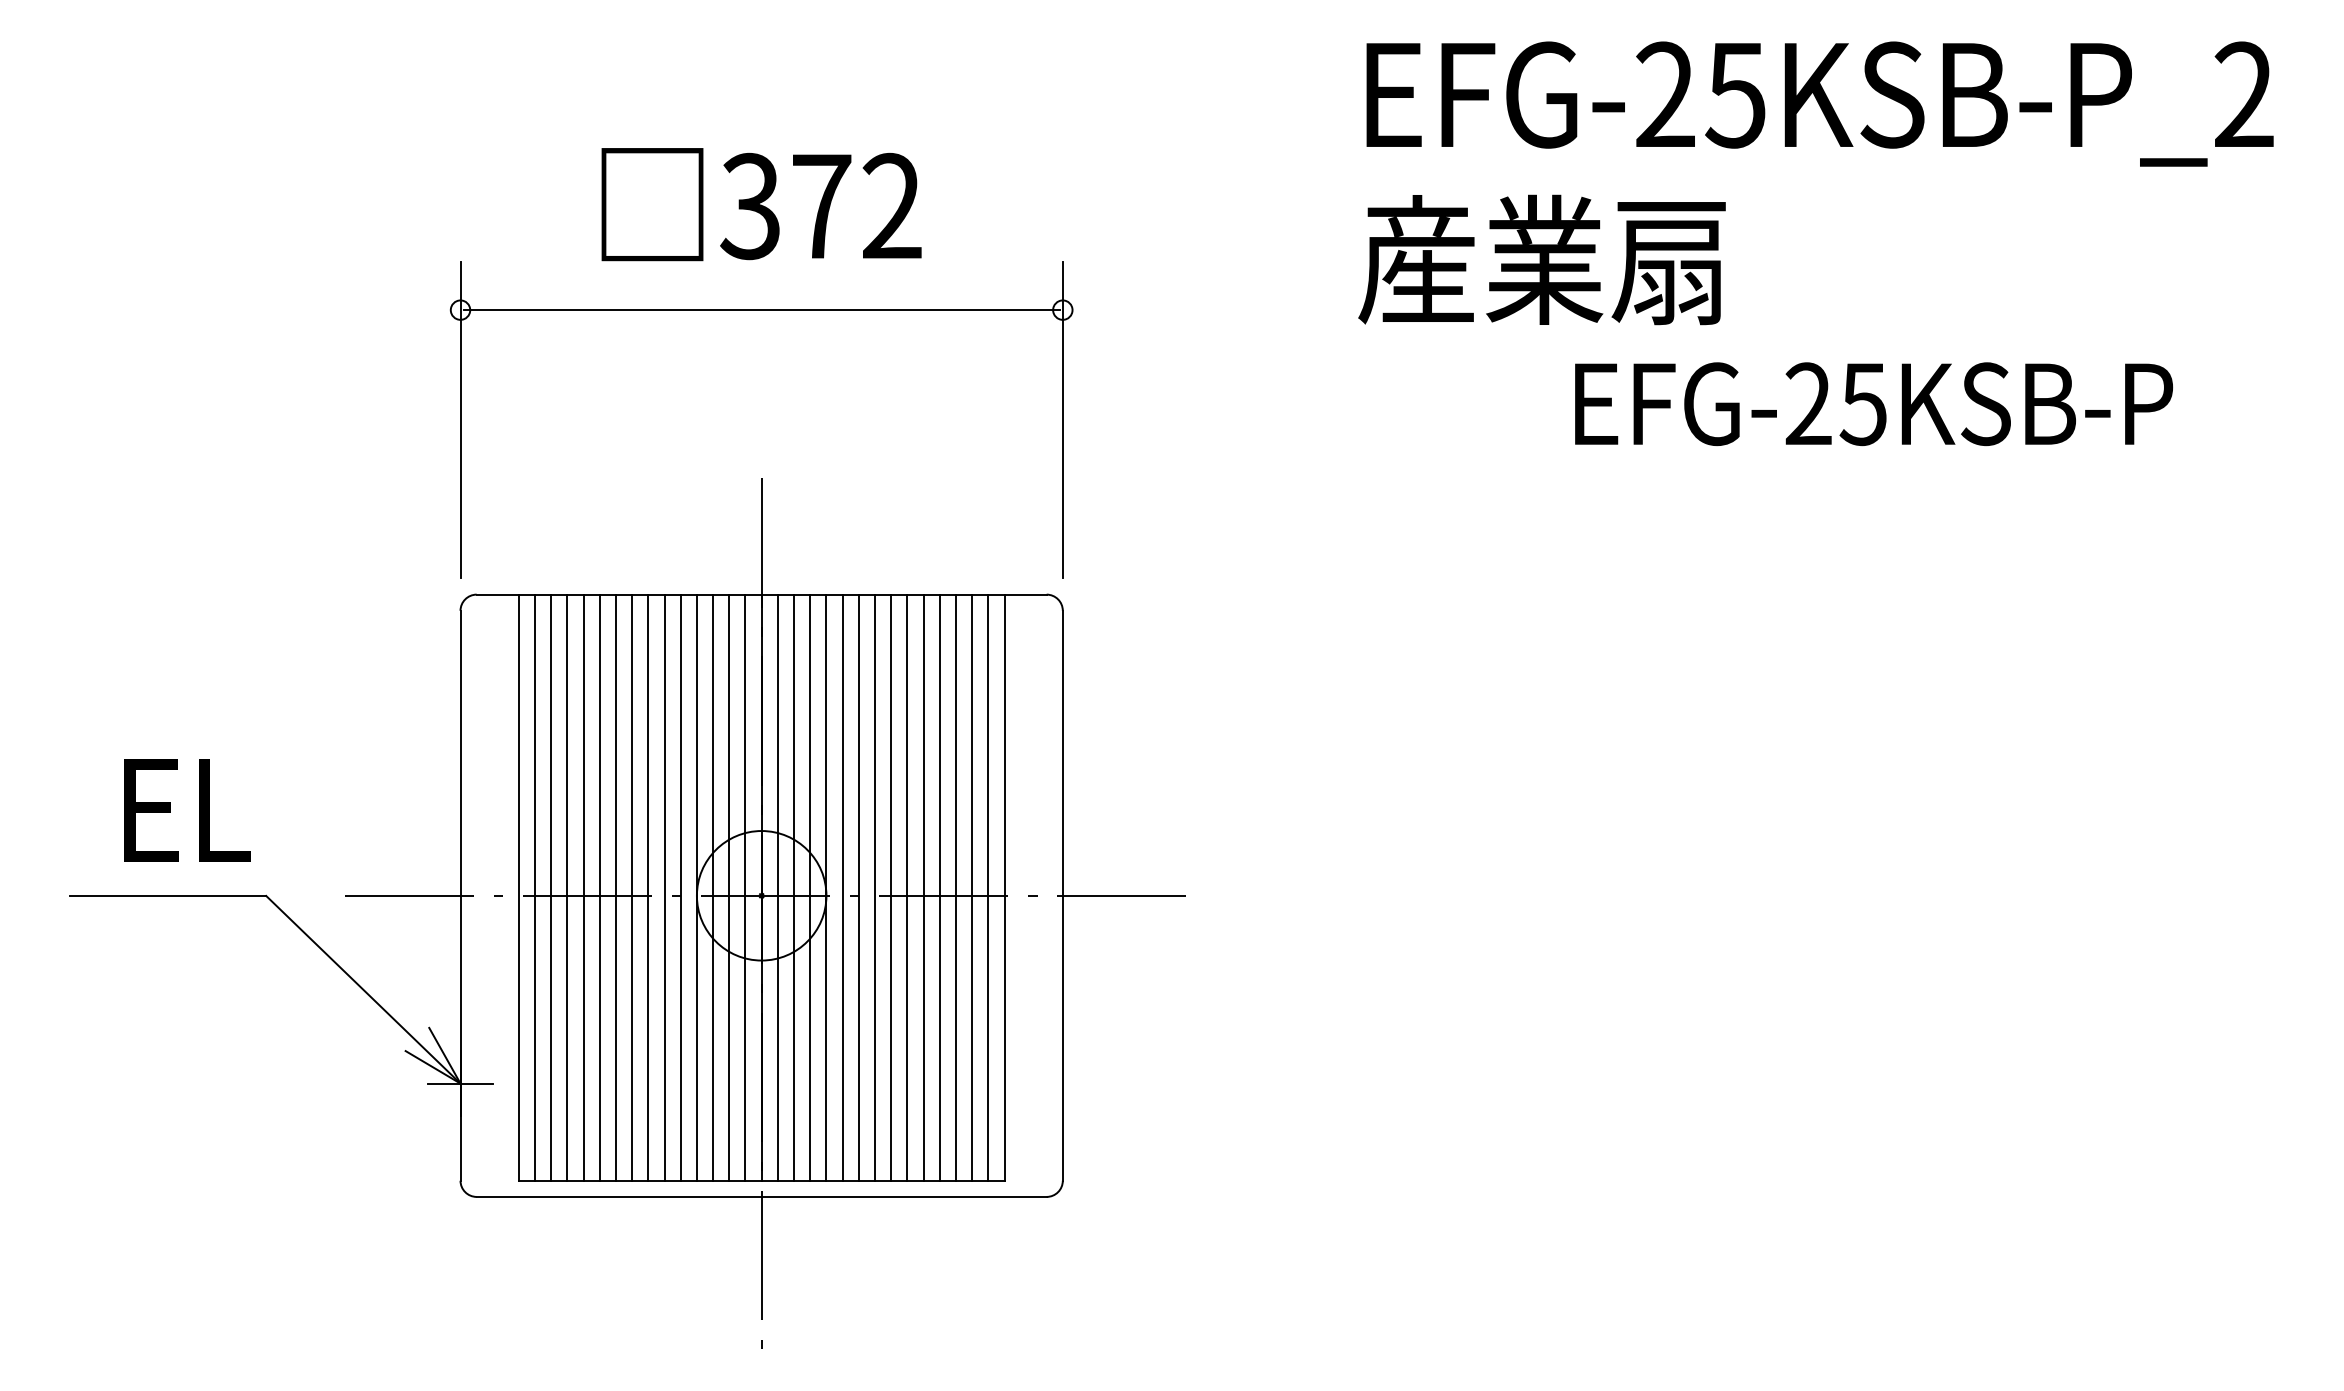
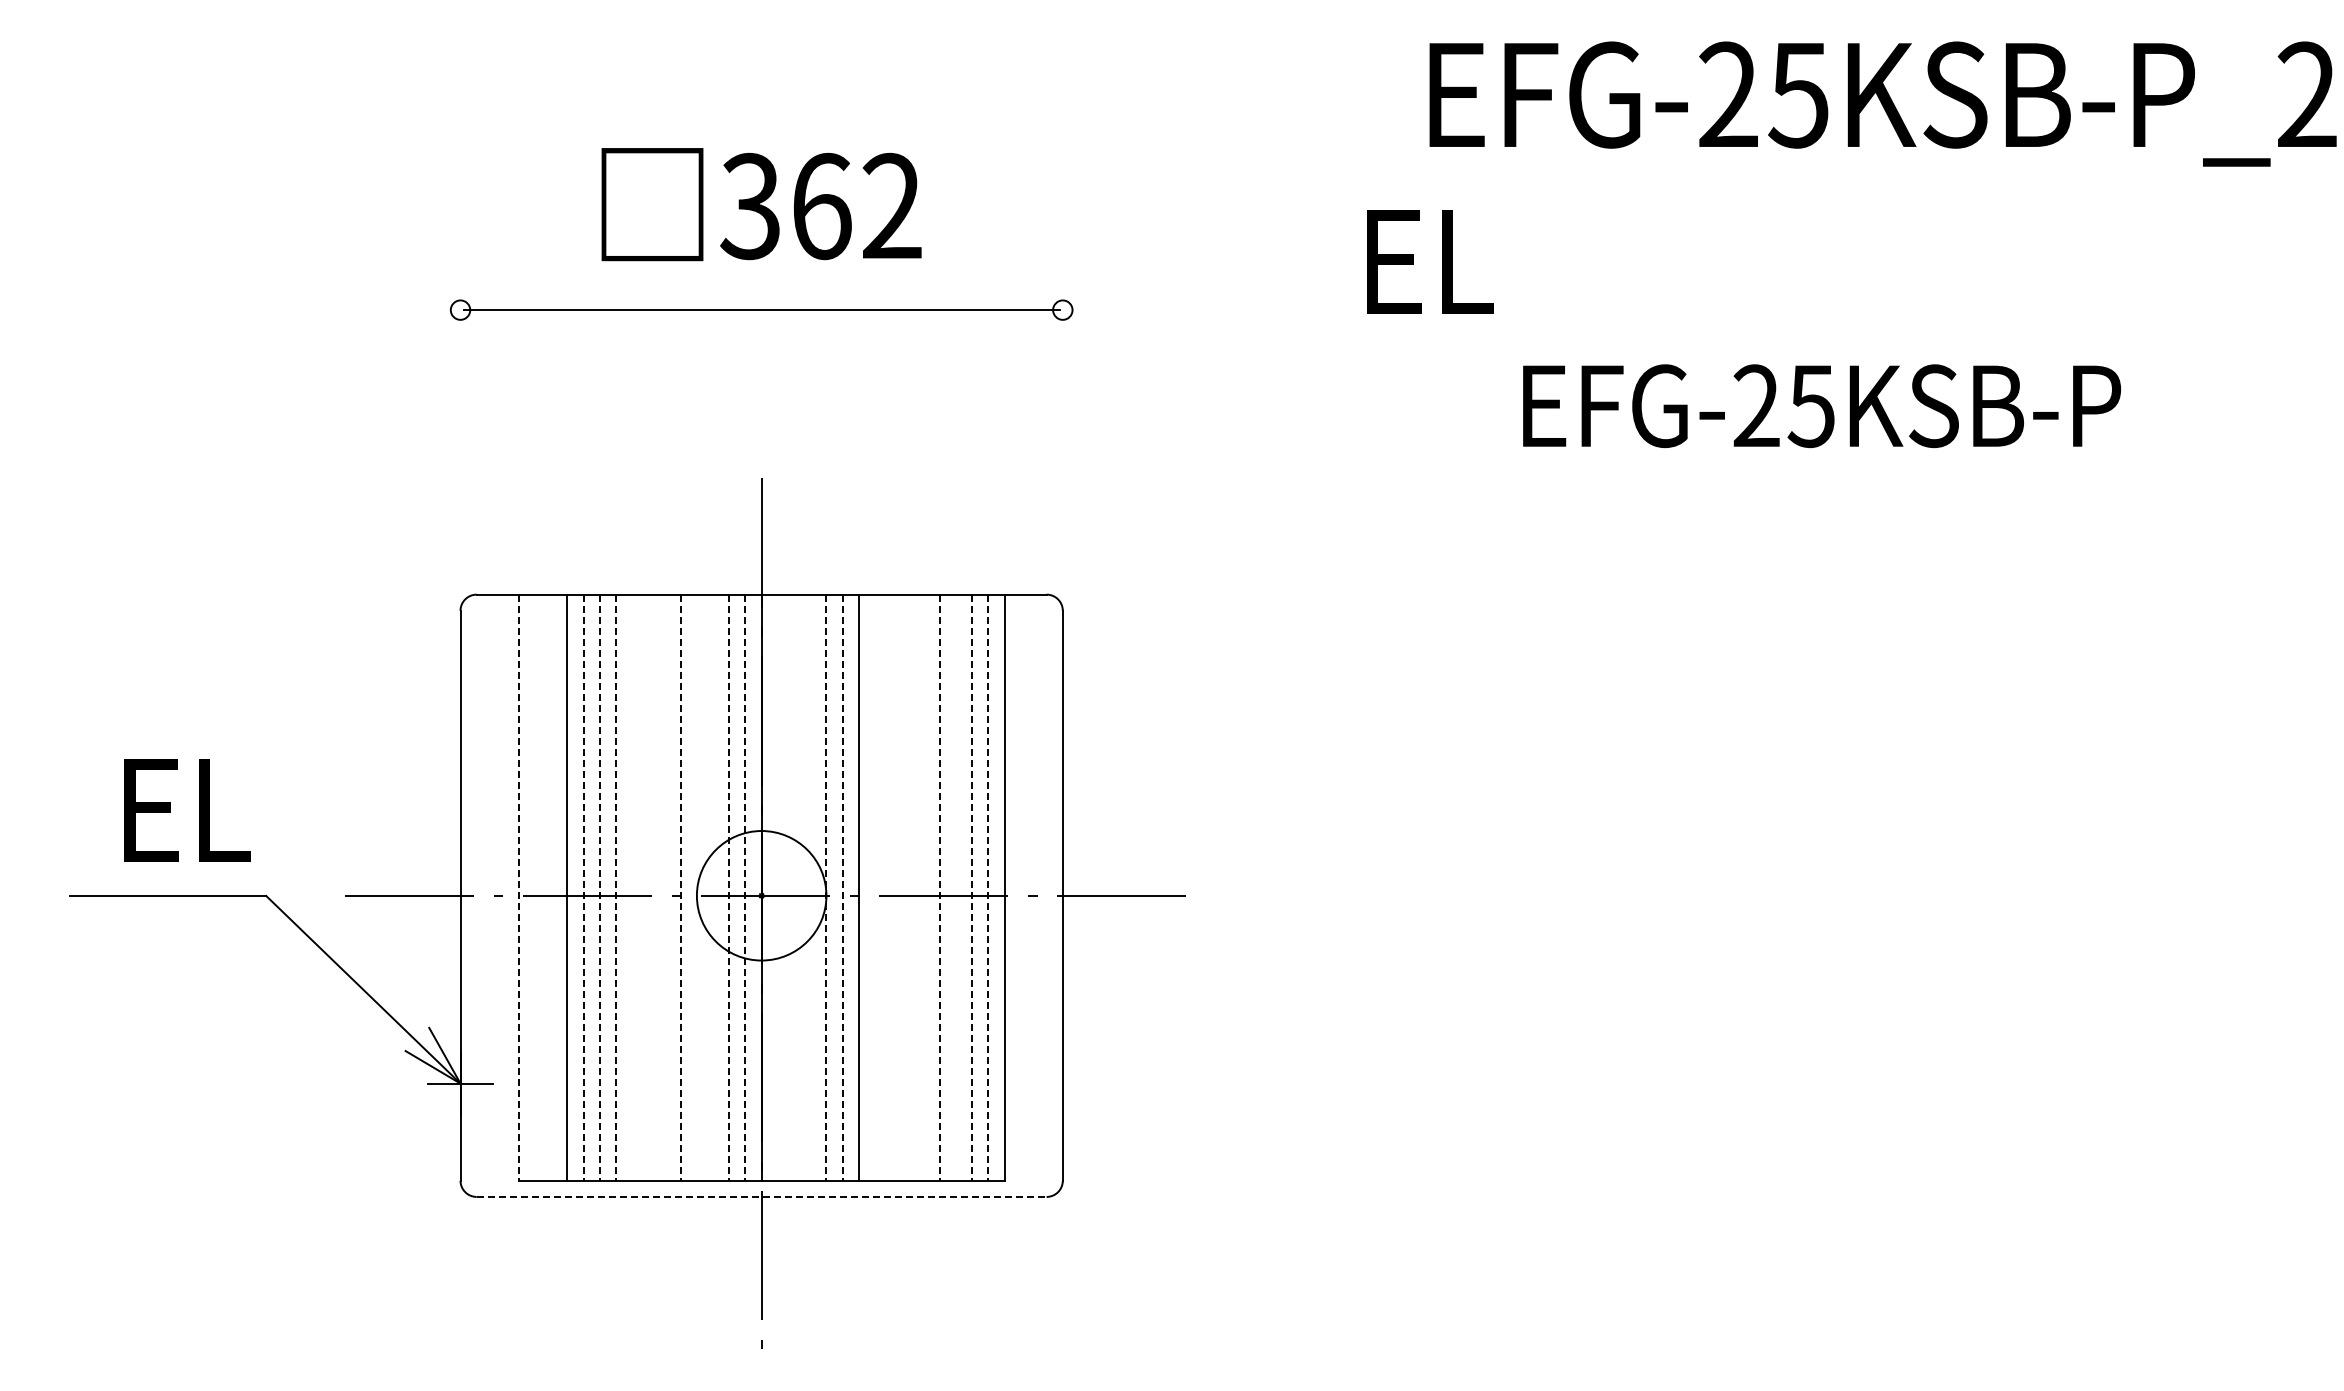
text at (1819, 103) position: (1819, 103) -> (1882, 103)
text at (822, 206): 372 -> 362
text at (1541, 259): 産業扇 -> EL
text at (1873, 404) position: (1873, 404) -> (1821, 406)
line at (460, 419): present -> none
line at (1062, 419): present -> none
line at (535, 887): present -> none
line at (551, 887): present -> none
line at (632, 887): present -> none
line at (648, 887): present -> none
line at (664, 887): present -> none
line at (696, 887): present -> none
line at (713, 887): present -> none
line at (777, 887): present -> none
line at (794, 887): present -> none
line at (810, 887): present -> none
line at (875, 887): present -> none
line at (891, 887): present -> none
line at (907, 887): present -> none
line at (923, 887): present -> none
line at (955, 887): present -> none
line at (518, 888): solid -> dashed
line at (583, 888): solid -> dashed
line at (599, 888): solid -> dashed
line at (615, 888): solid -> dashed
line at (680, 888): solid -> dashed
line at (729, 888): solid -> dashed
line at (745, 888): solid -> dashed
line at (826, 888): solid -> dashed
line at (842, 888): solid -> dashed
line at (939, 888): solid -> dashed
line at (972, 888): solid -> dashed
line at (988, 888): solid -> dashed
line at (761, 1196): solid -> dashed
